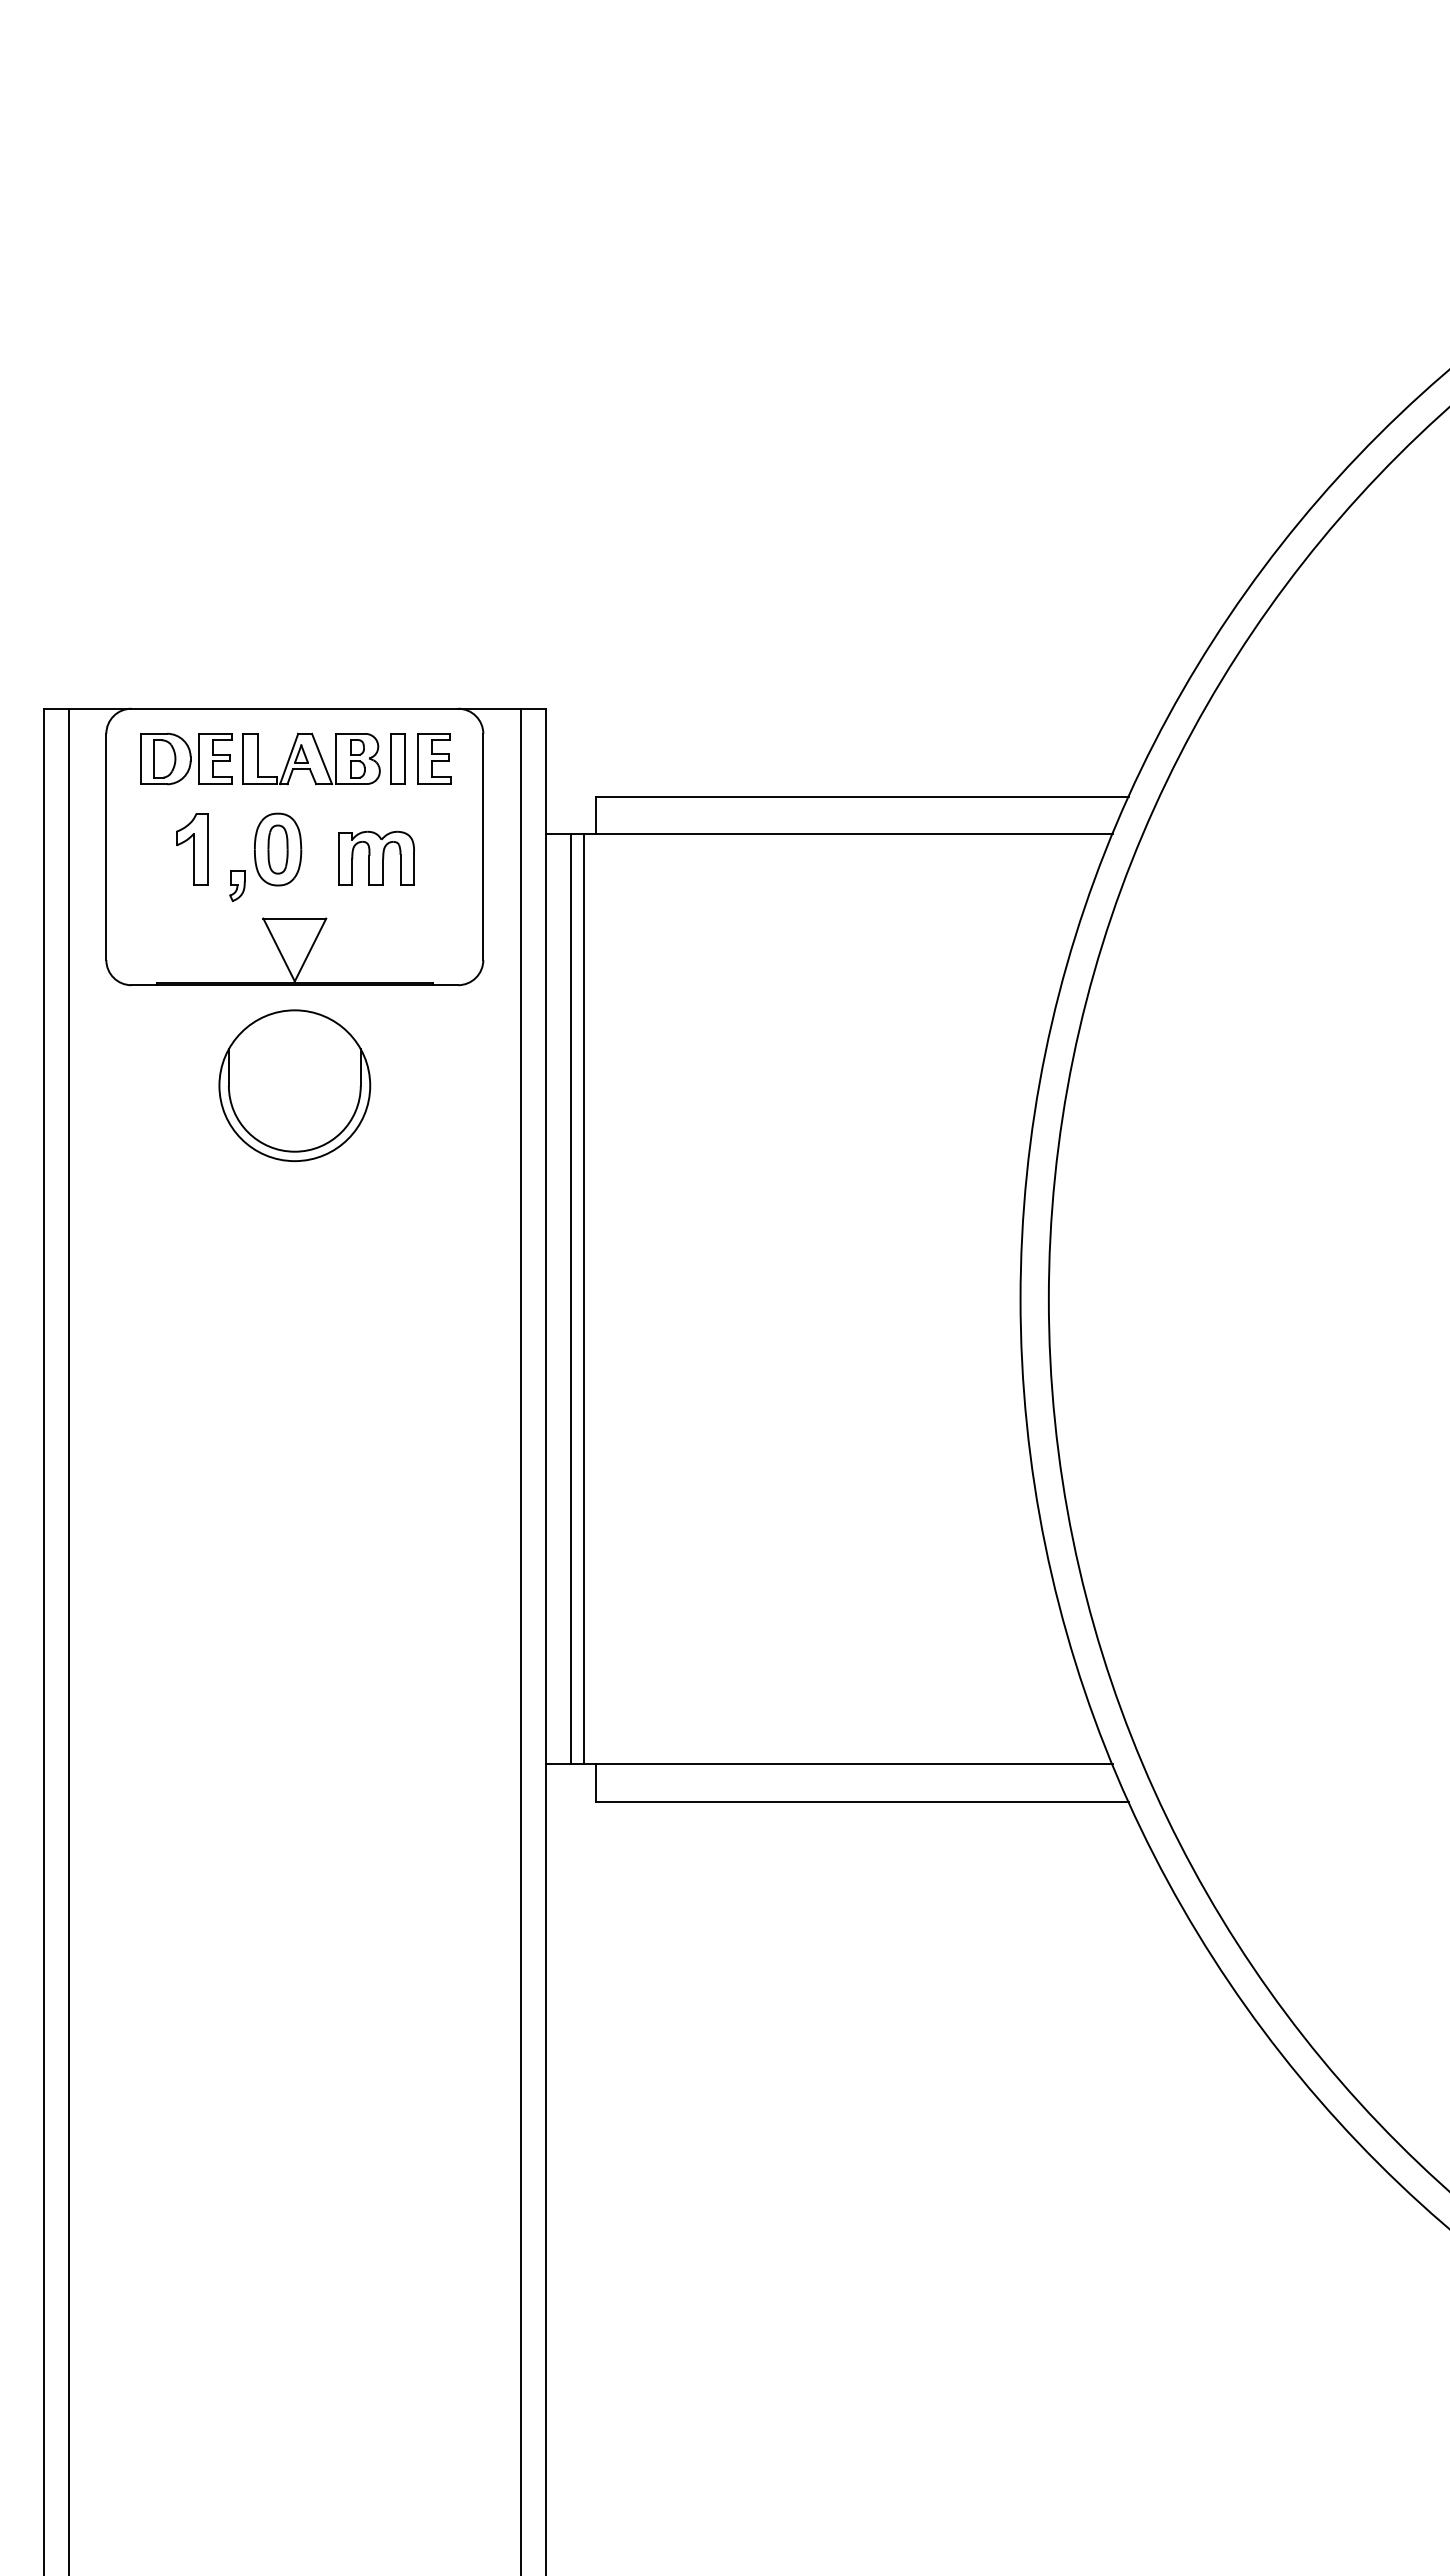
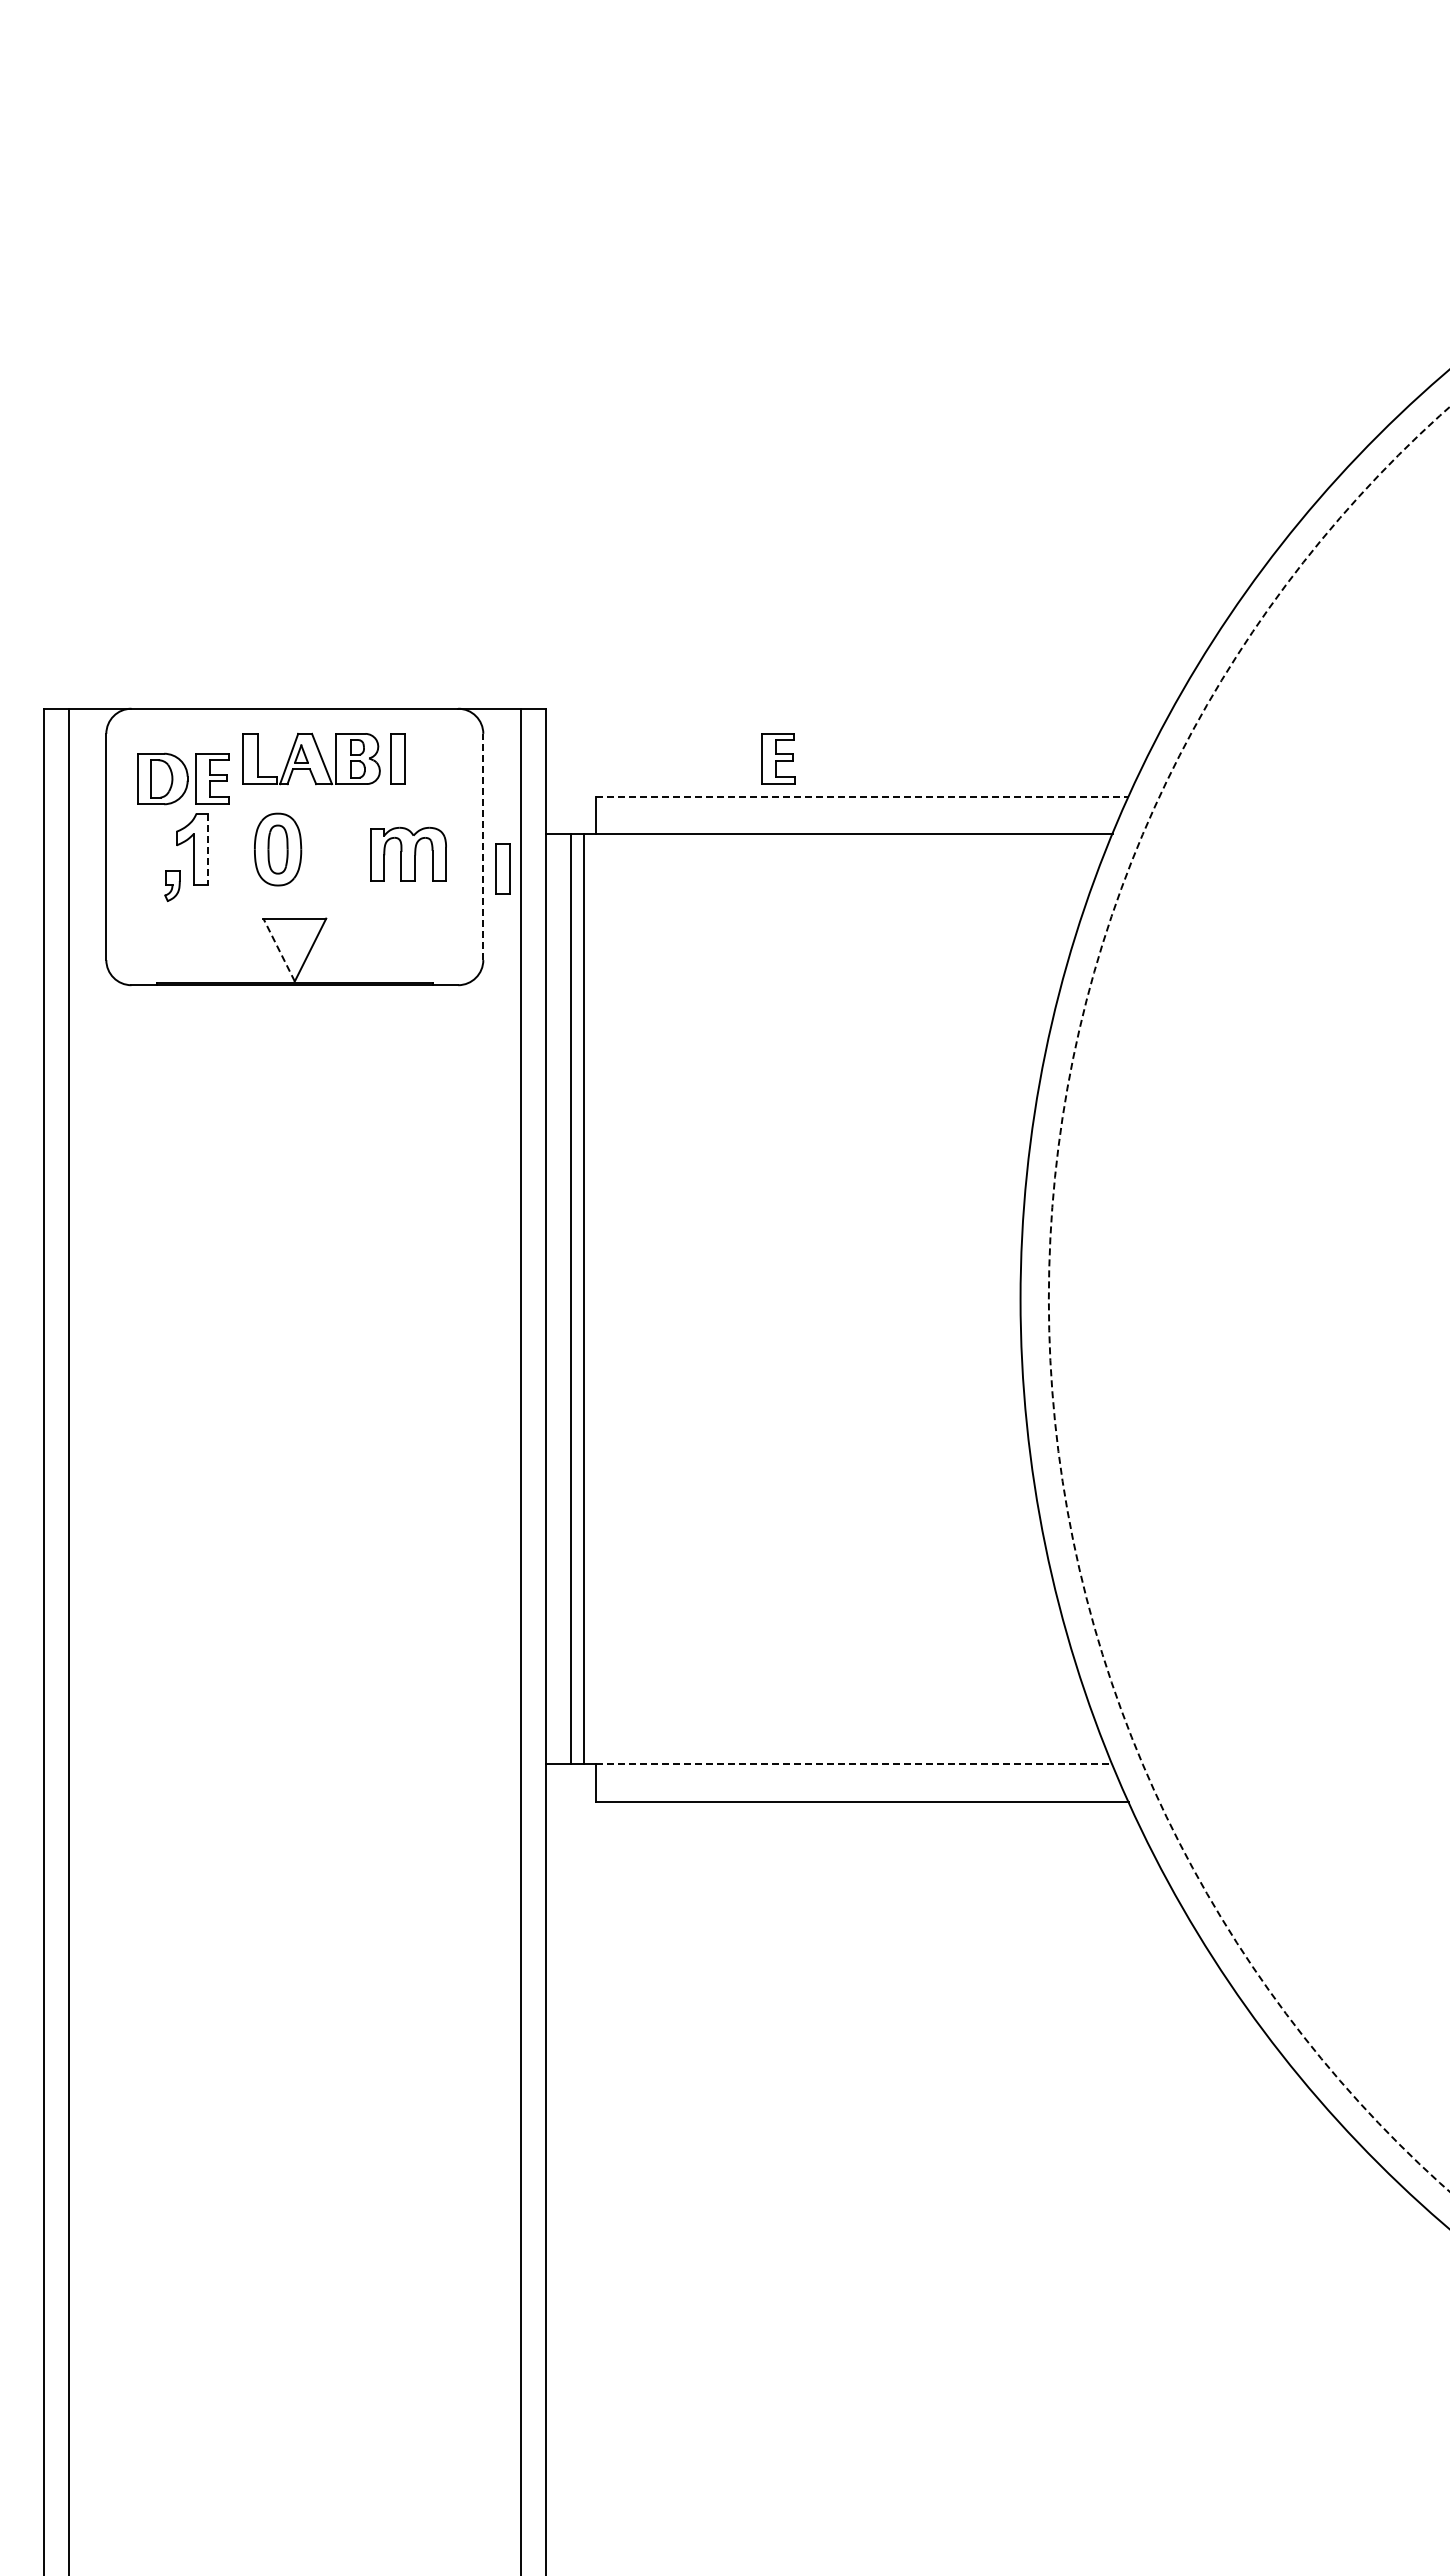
part at (186, 758) position: (186, 758) -> (183, 778)
part at (434, 758) position: (434, 758) -> (778, 758)
line at (863, 796): solid -> dashed
line at (483, 846): solid -> dashed
line at (207, 849): solid -> dashed
part at (376, 857) position: (376, 857) -> (408, 853)
part at (502, 868): none -> present
part at (237, 885) position: (237, 885) -> (172, 885)
line at (278, 949): solid -> dashed
part at (294, 1085): present -> none
circle at (1248, 1299): solid -> dashed
line at (854, 1764): solid -> dashed
